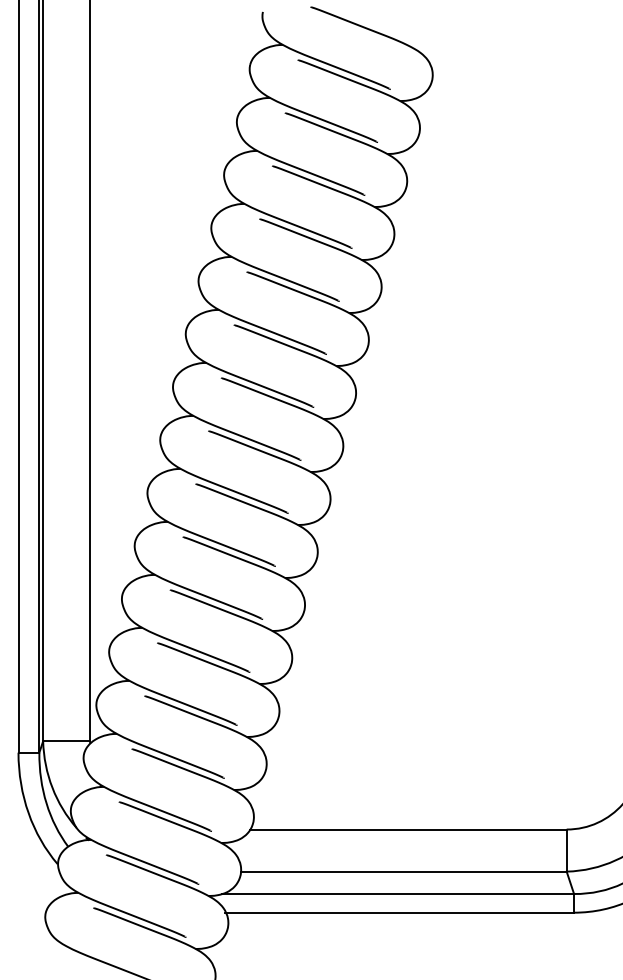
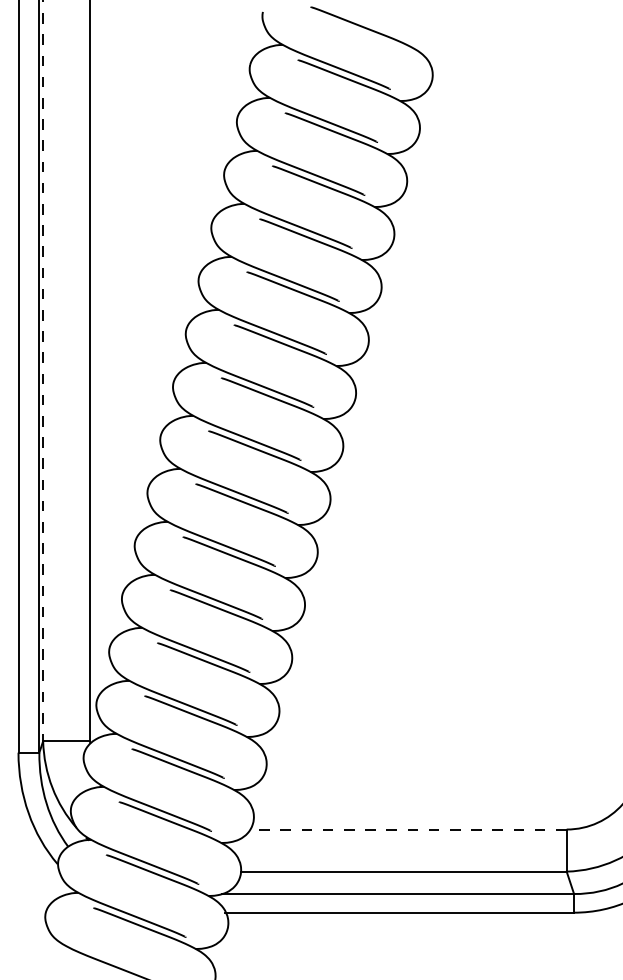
line at (43, 371): solid -> dashed
line at (408, 829): solid -> dashed
